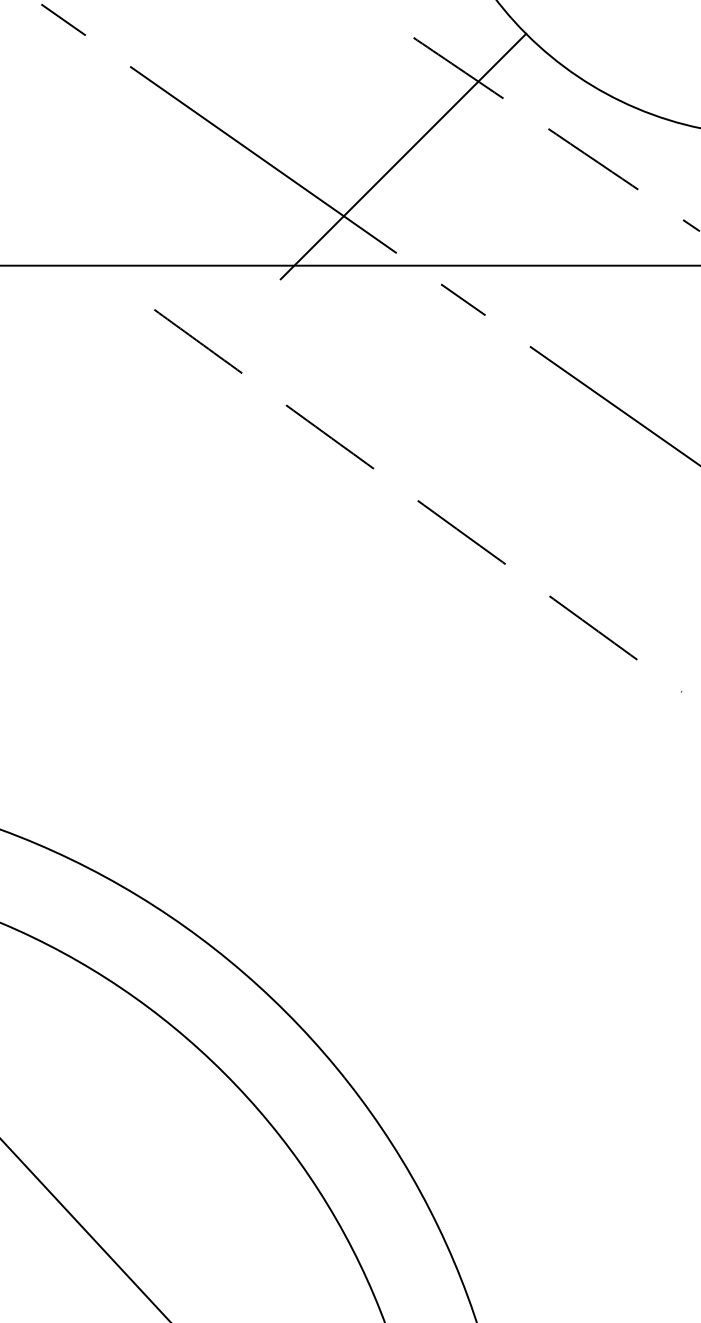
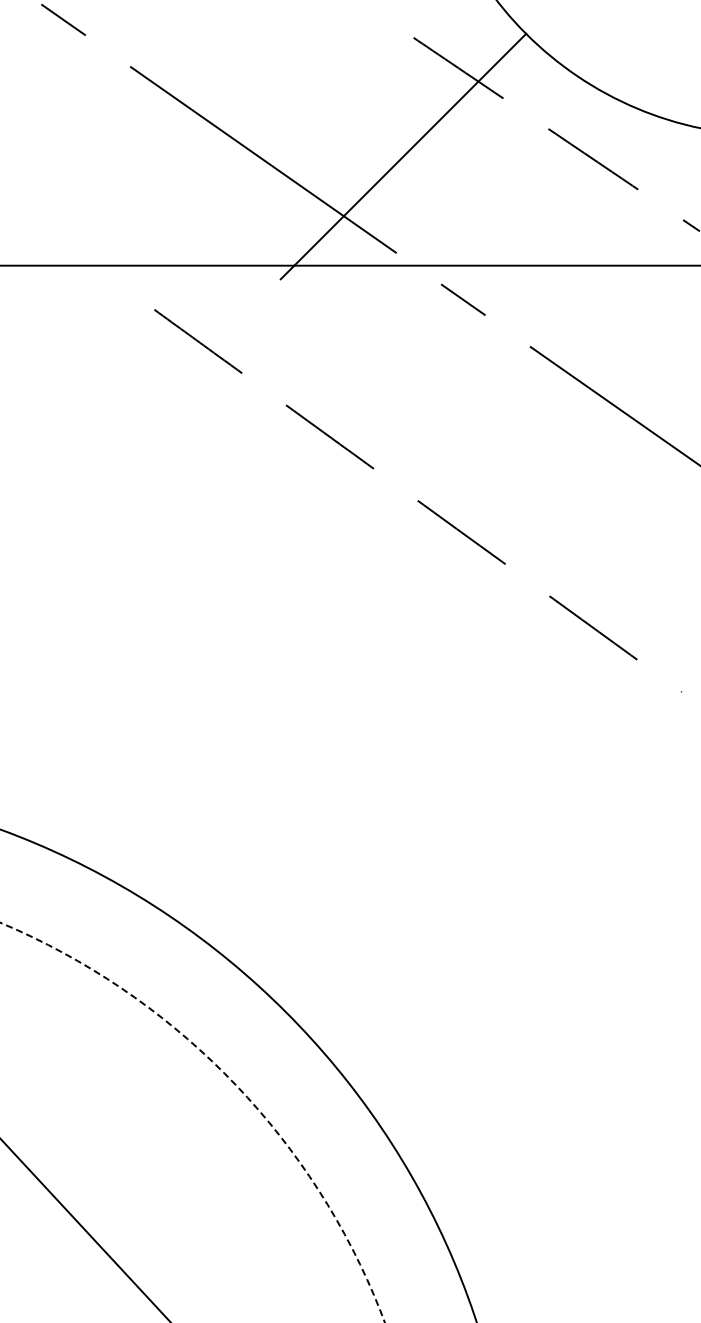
circle at (192, 1122): solid -> dashed
